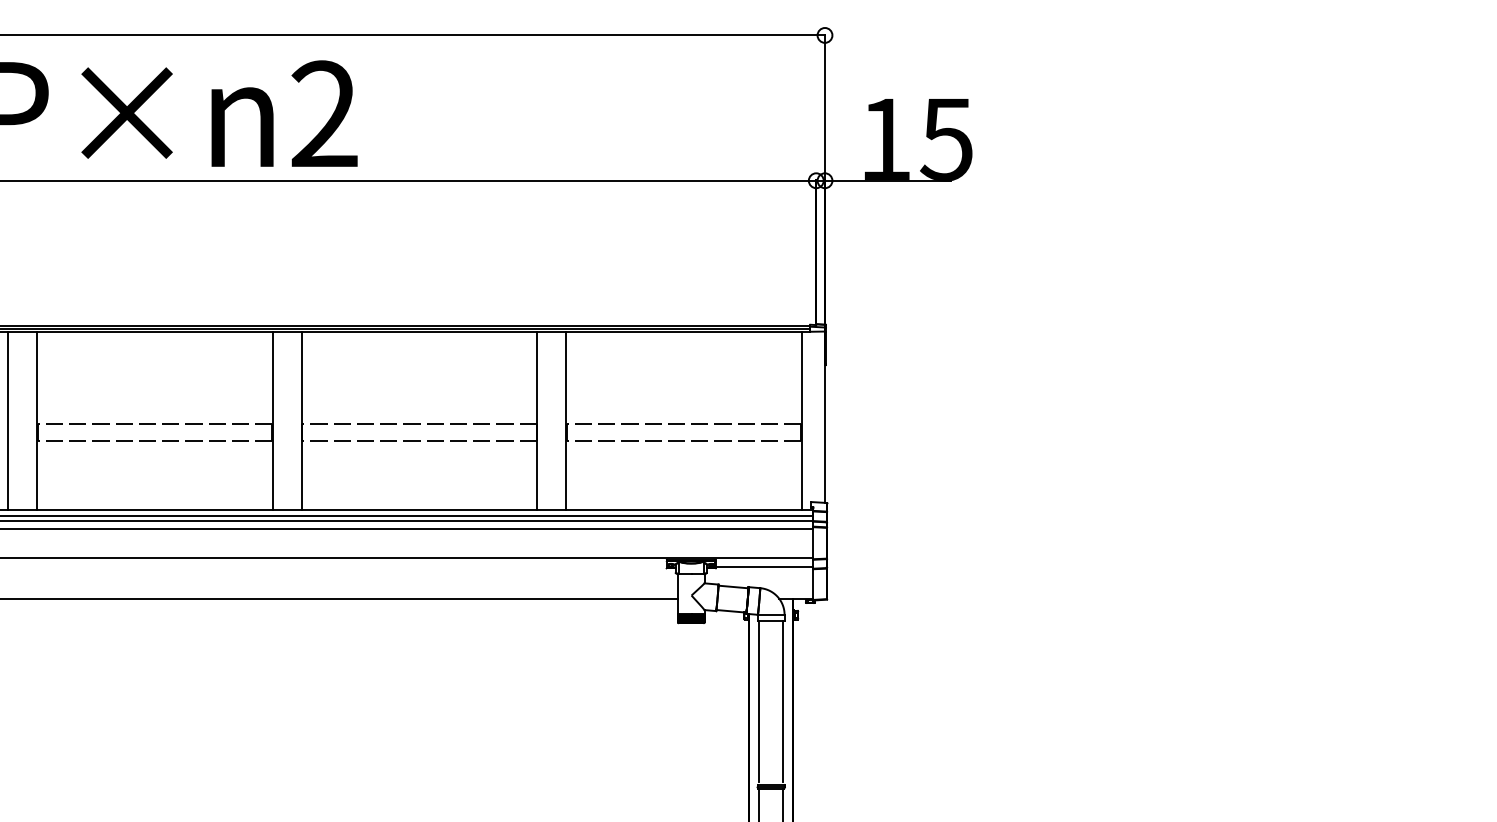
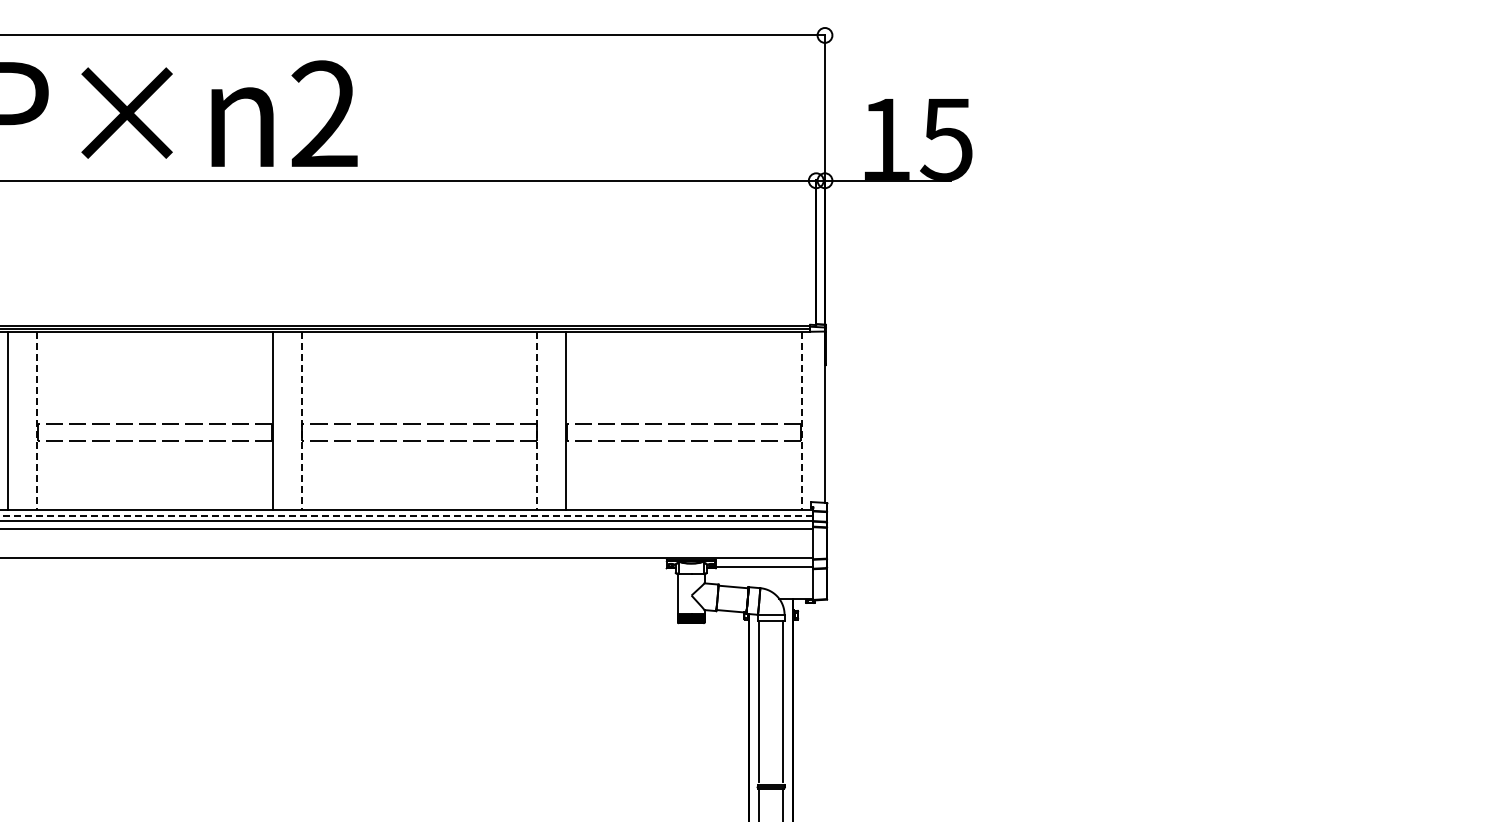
line at (37, 421): solid -> dashed
line at (301, 421): solid -> dashed
line at (537, 421): solid -> dashed
line at (801, 421): solid -> dashed
line at (406, 515): solid -> dashed
line at (339, 599): present -> none
